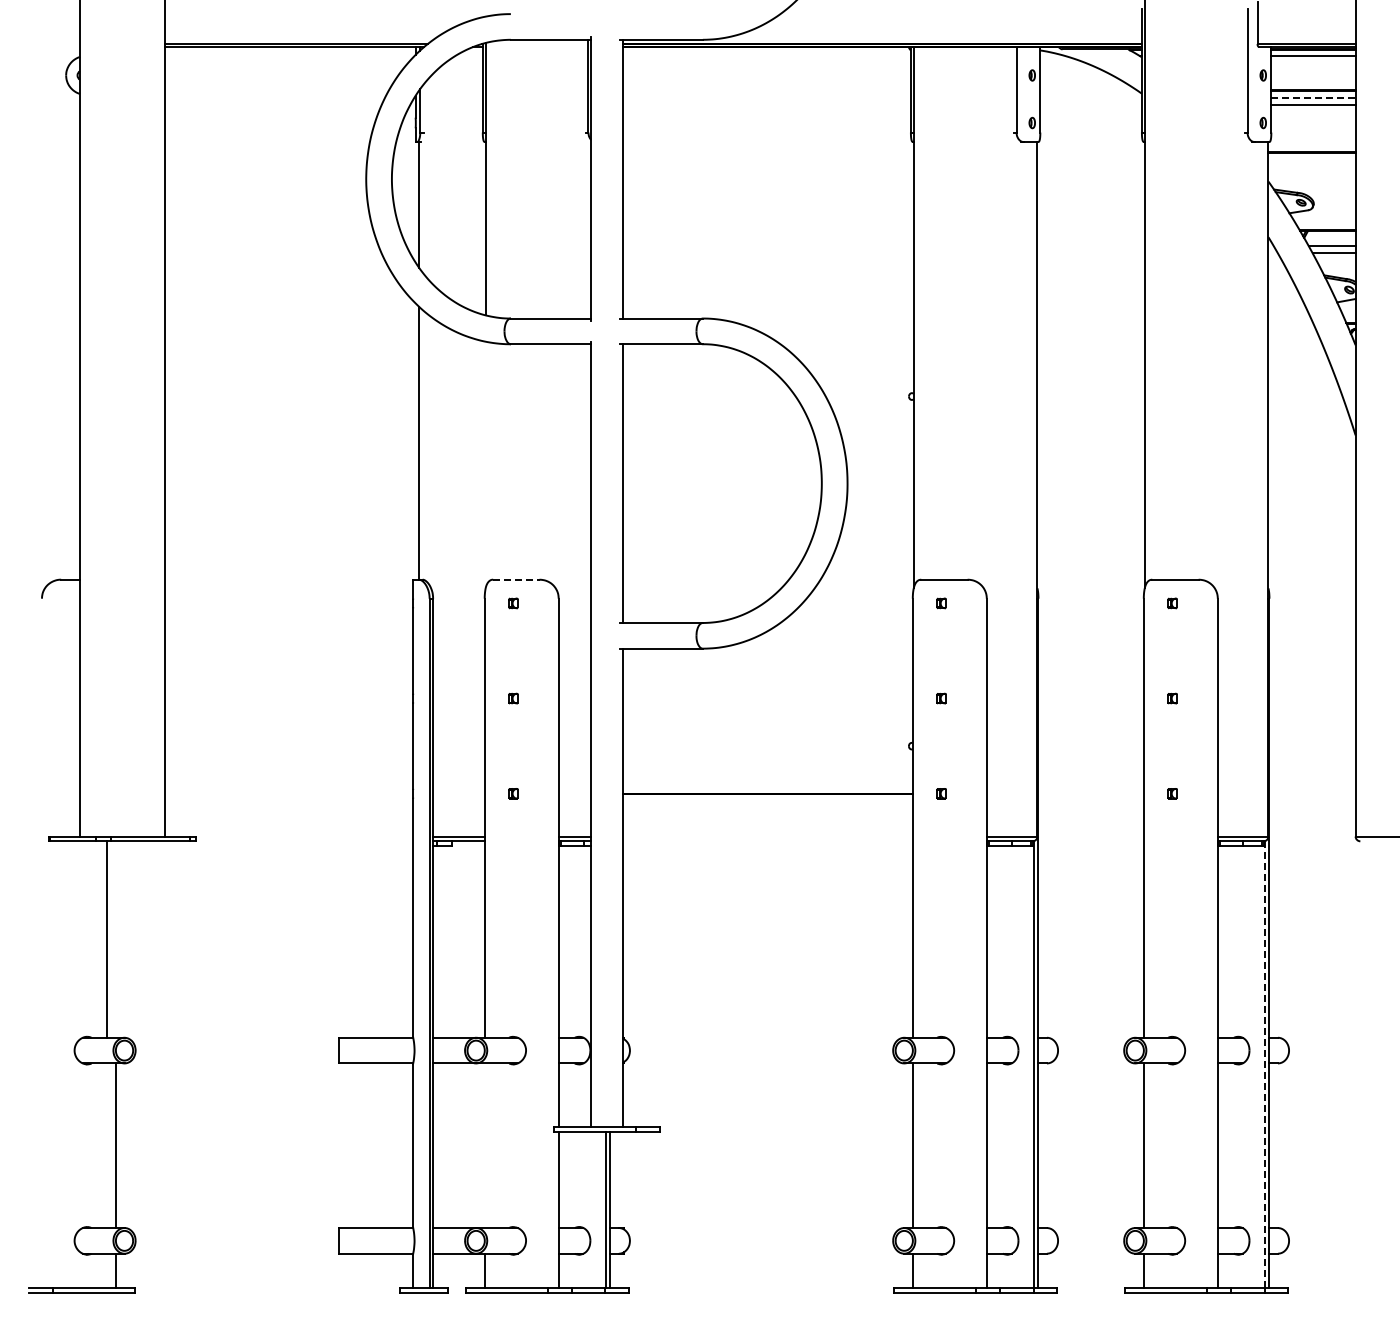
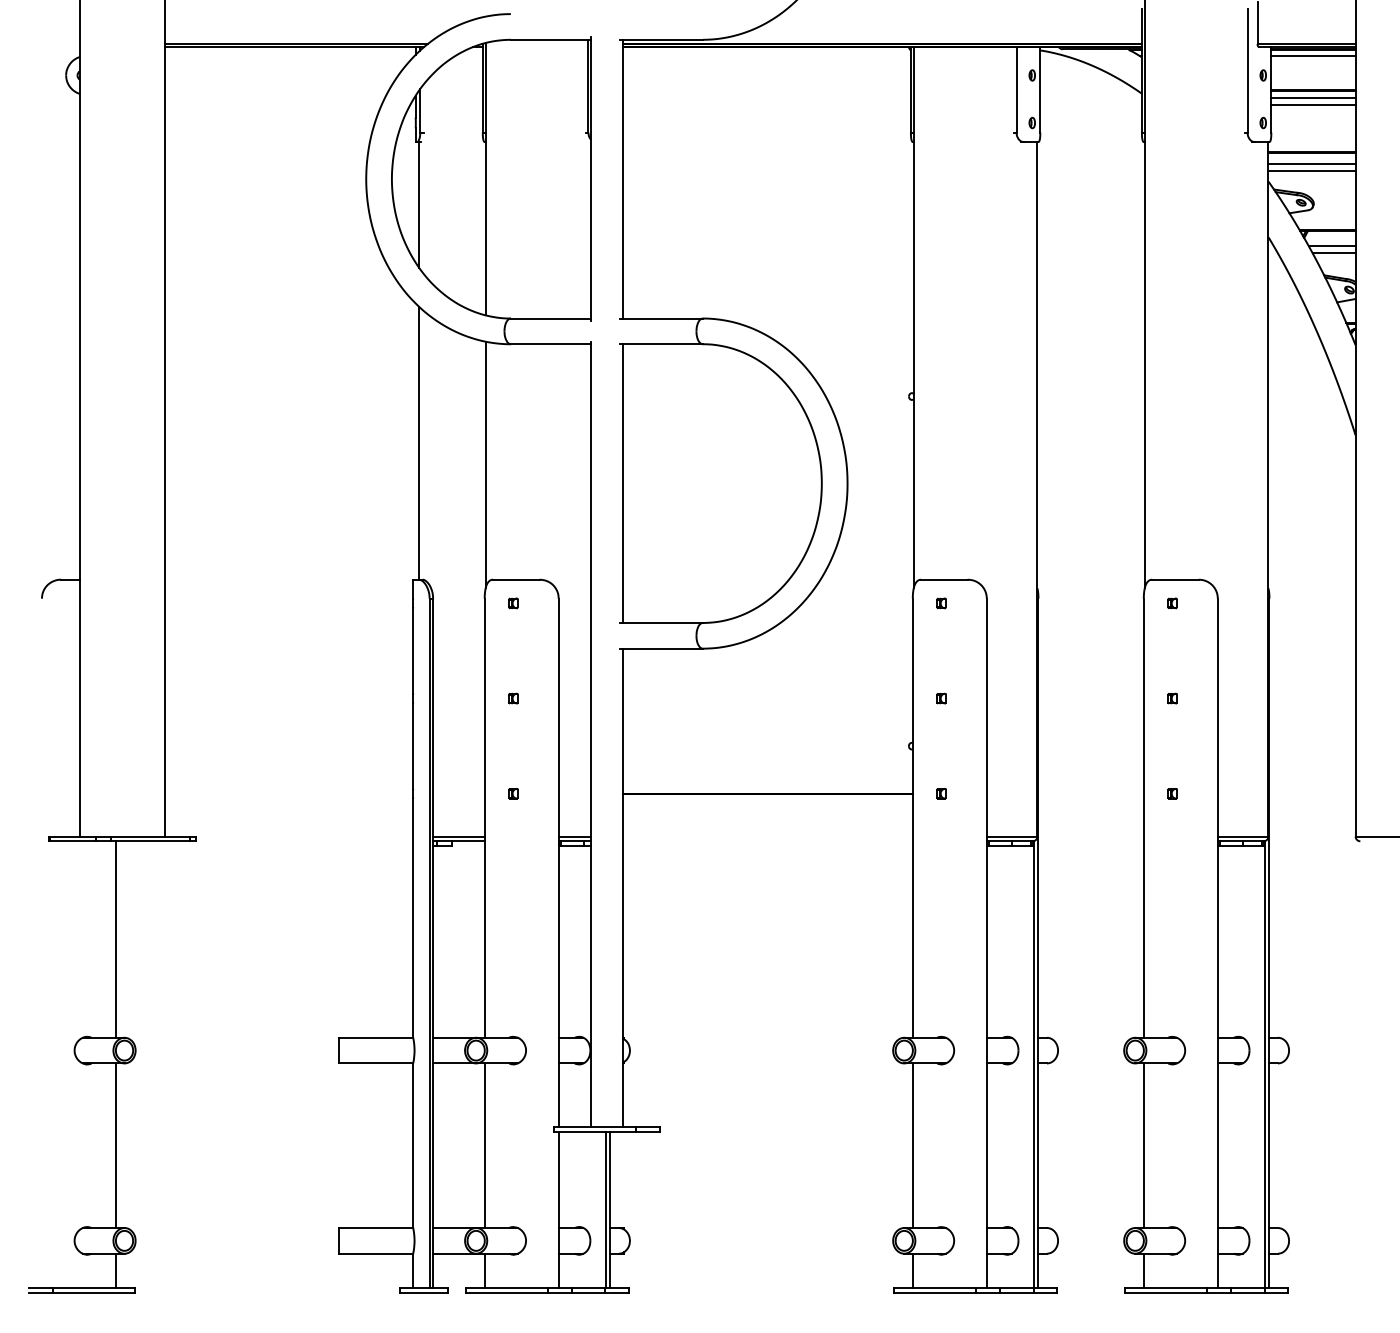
line at (1313, 98): dashed -> solid
line at (1311, 164): none -> present
line at (1311, 170): none -> present
line at (485, 464): none -> present
line at (516, 579): dashed -> solid
line at (106, 939) position: (106, 939) -> (115, 939)
line at (1264, 1064): dashed -> solid
line at (484, 1145): none -> present
